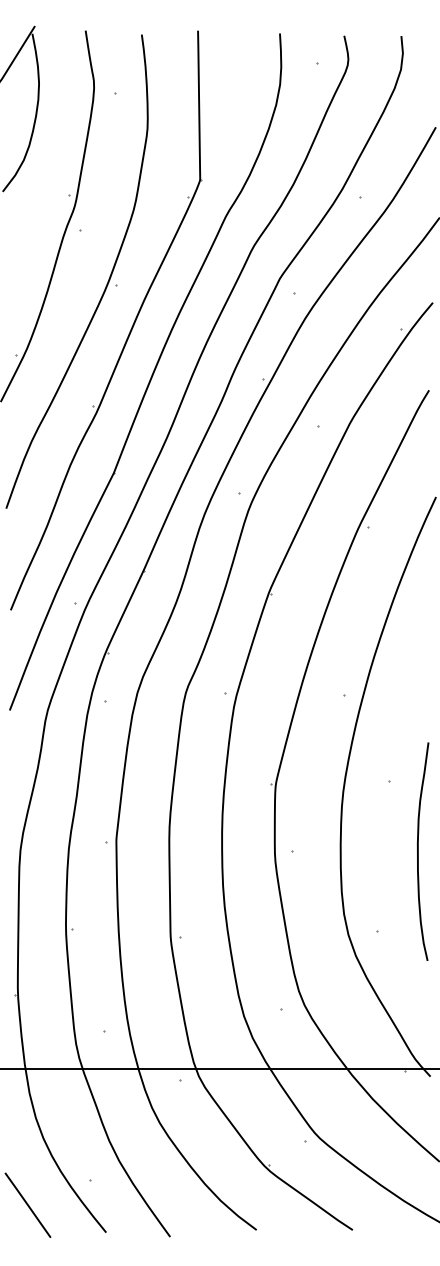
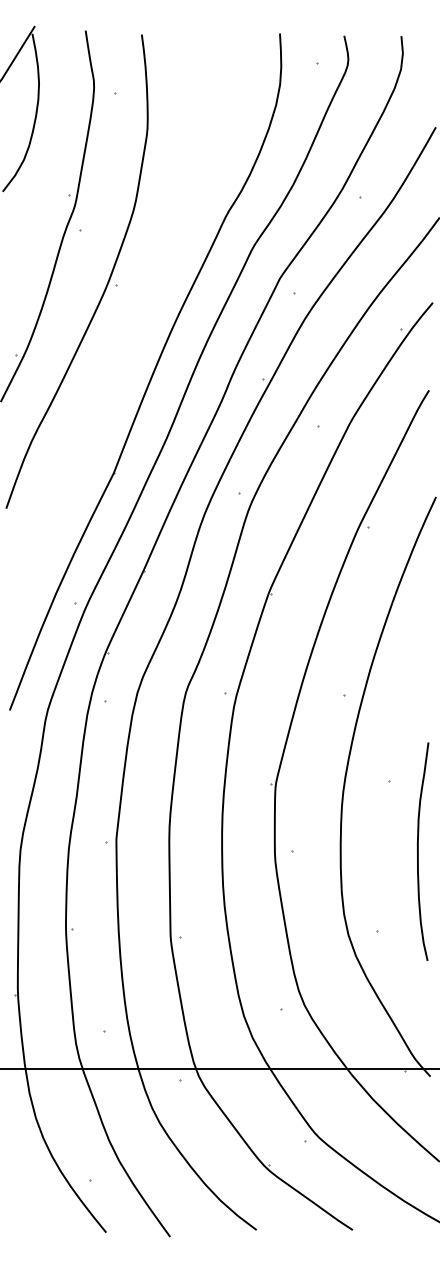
part at (129, 331): present -> none
line at (27, 1204): present -> none
